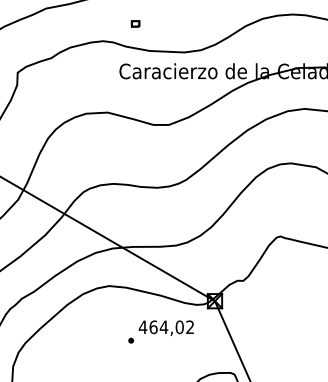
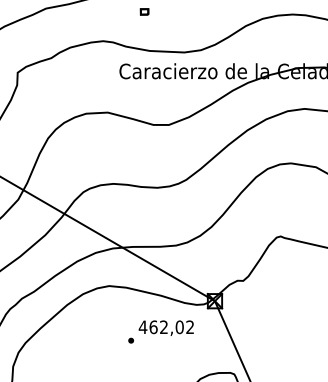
part at (135, 23) position: (135, 23) -> (144, 11)
text at (163, 326): 464,02 -> 462,02
